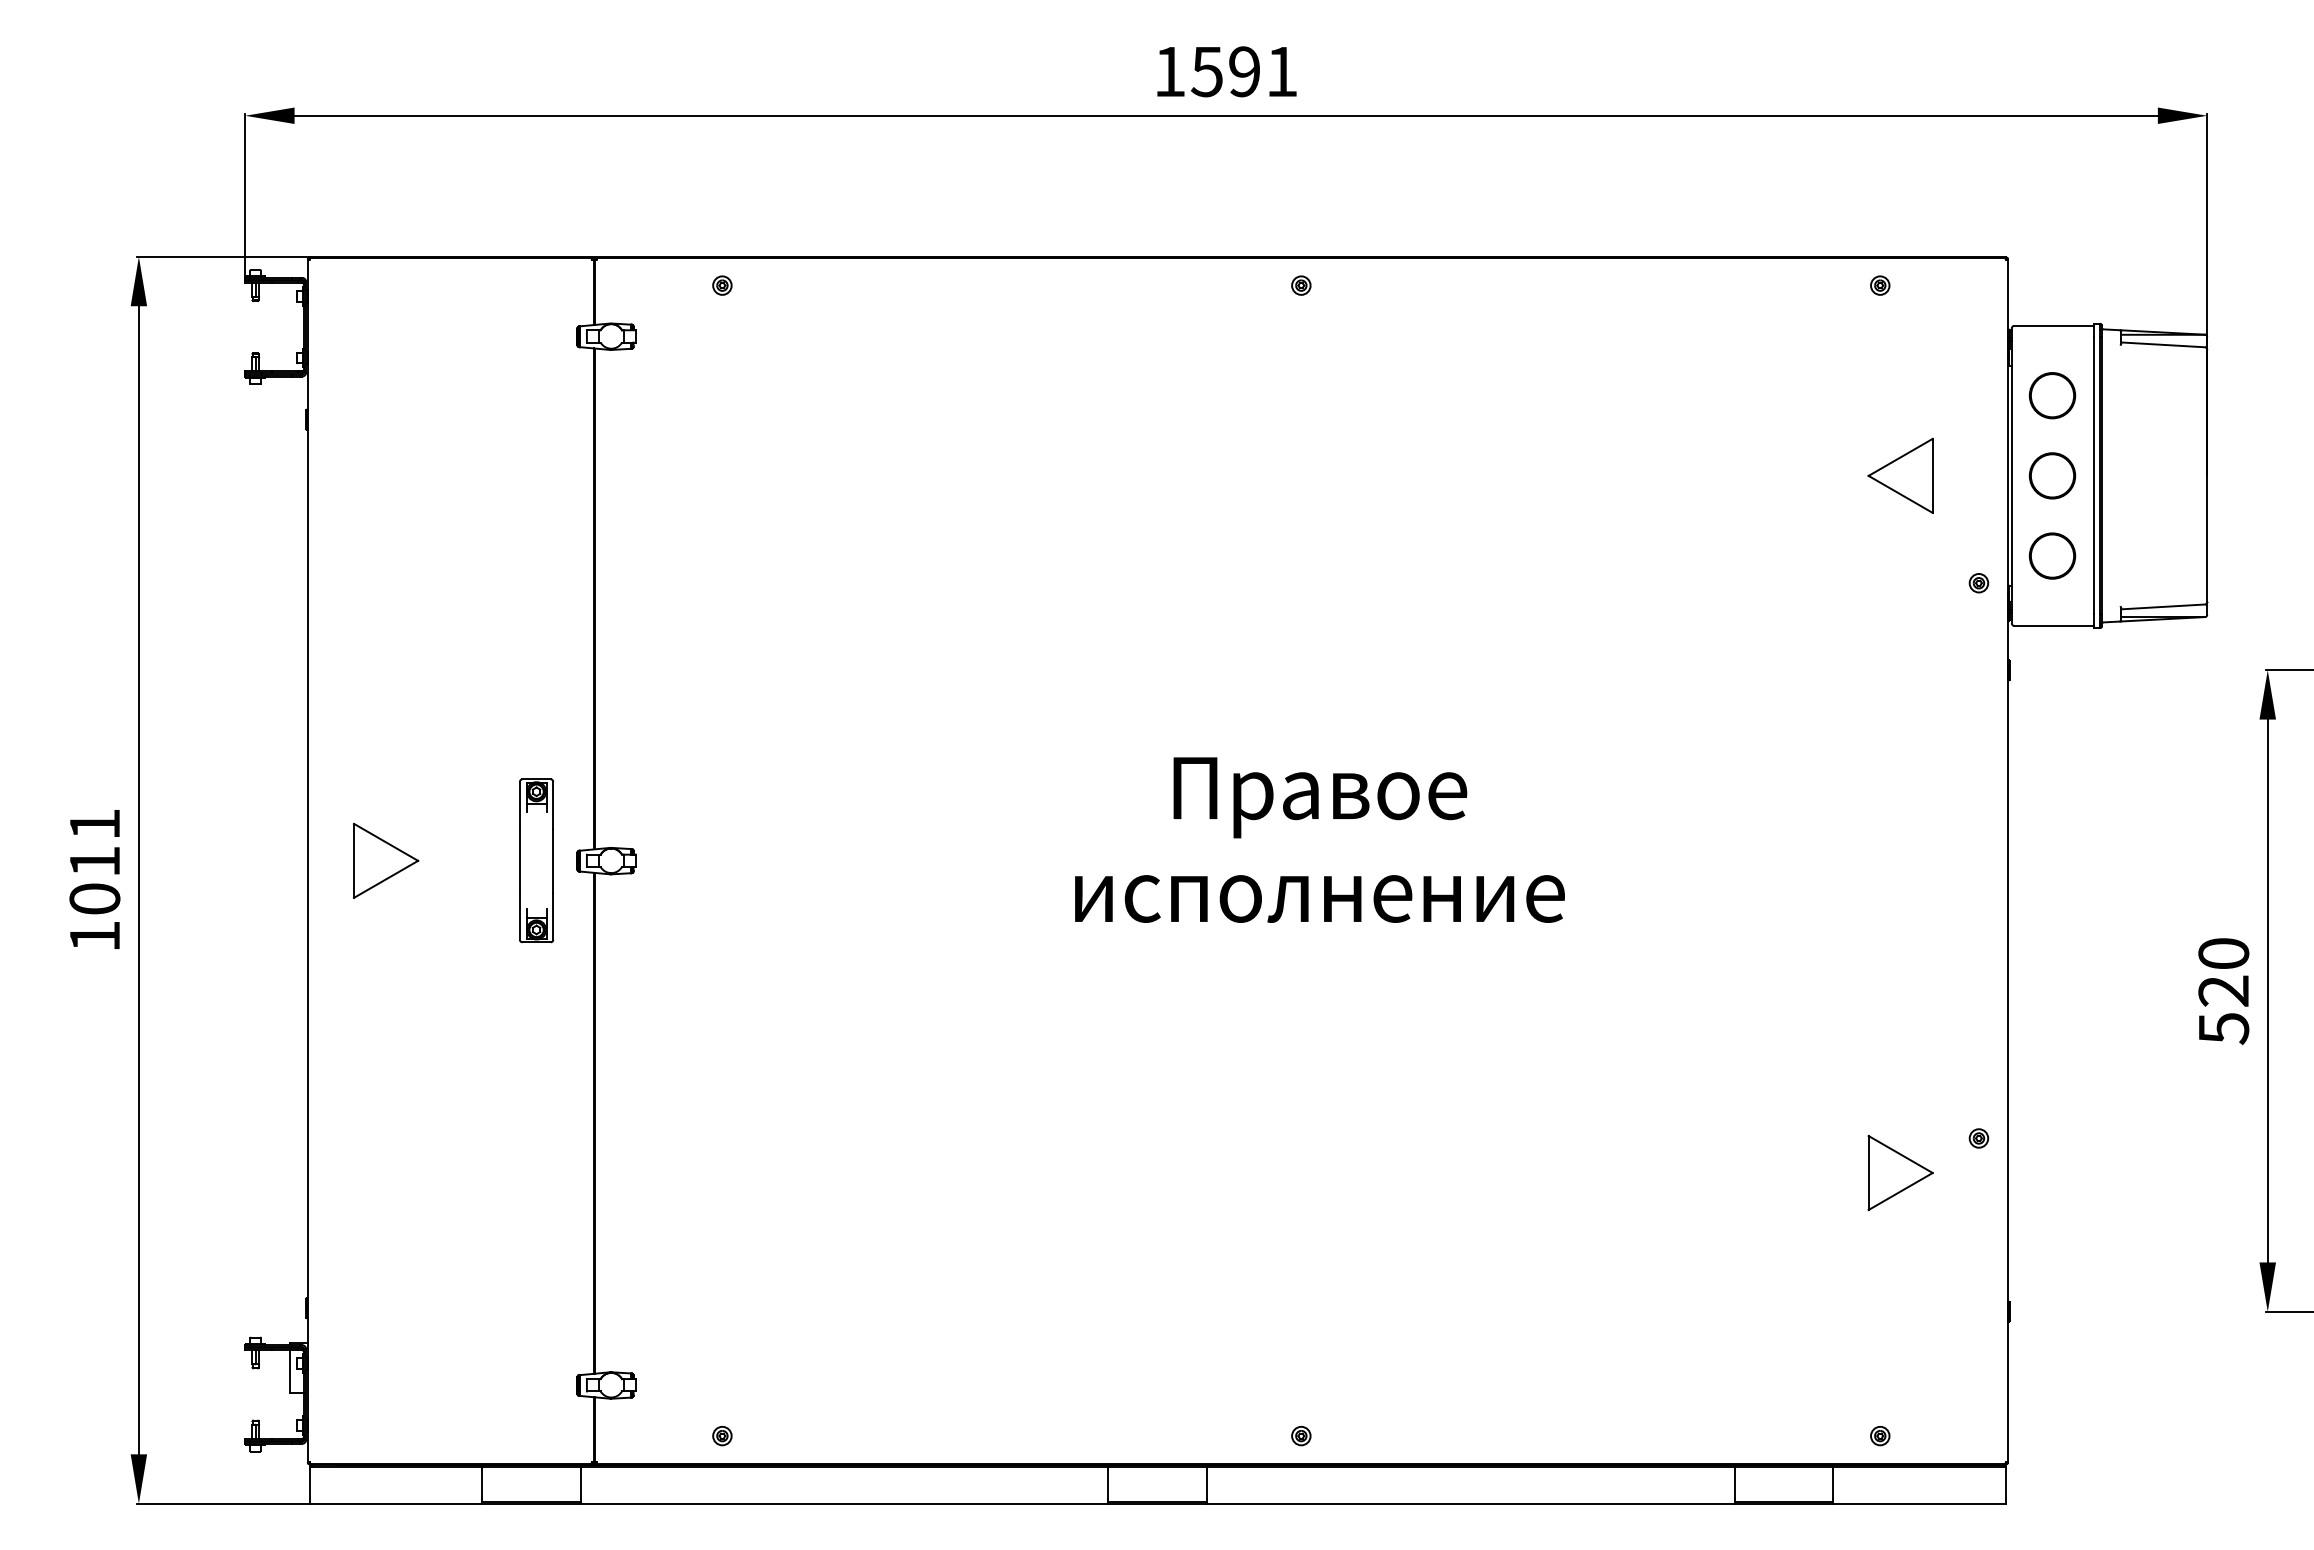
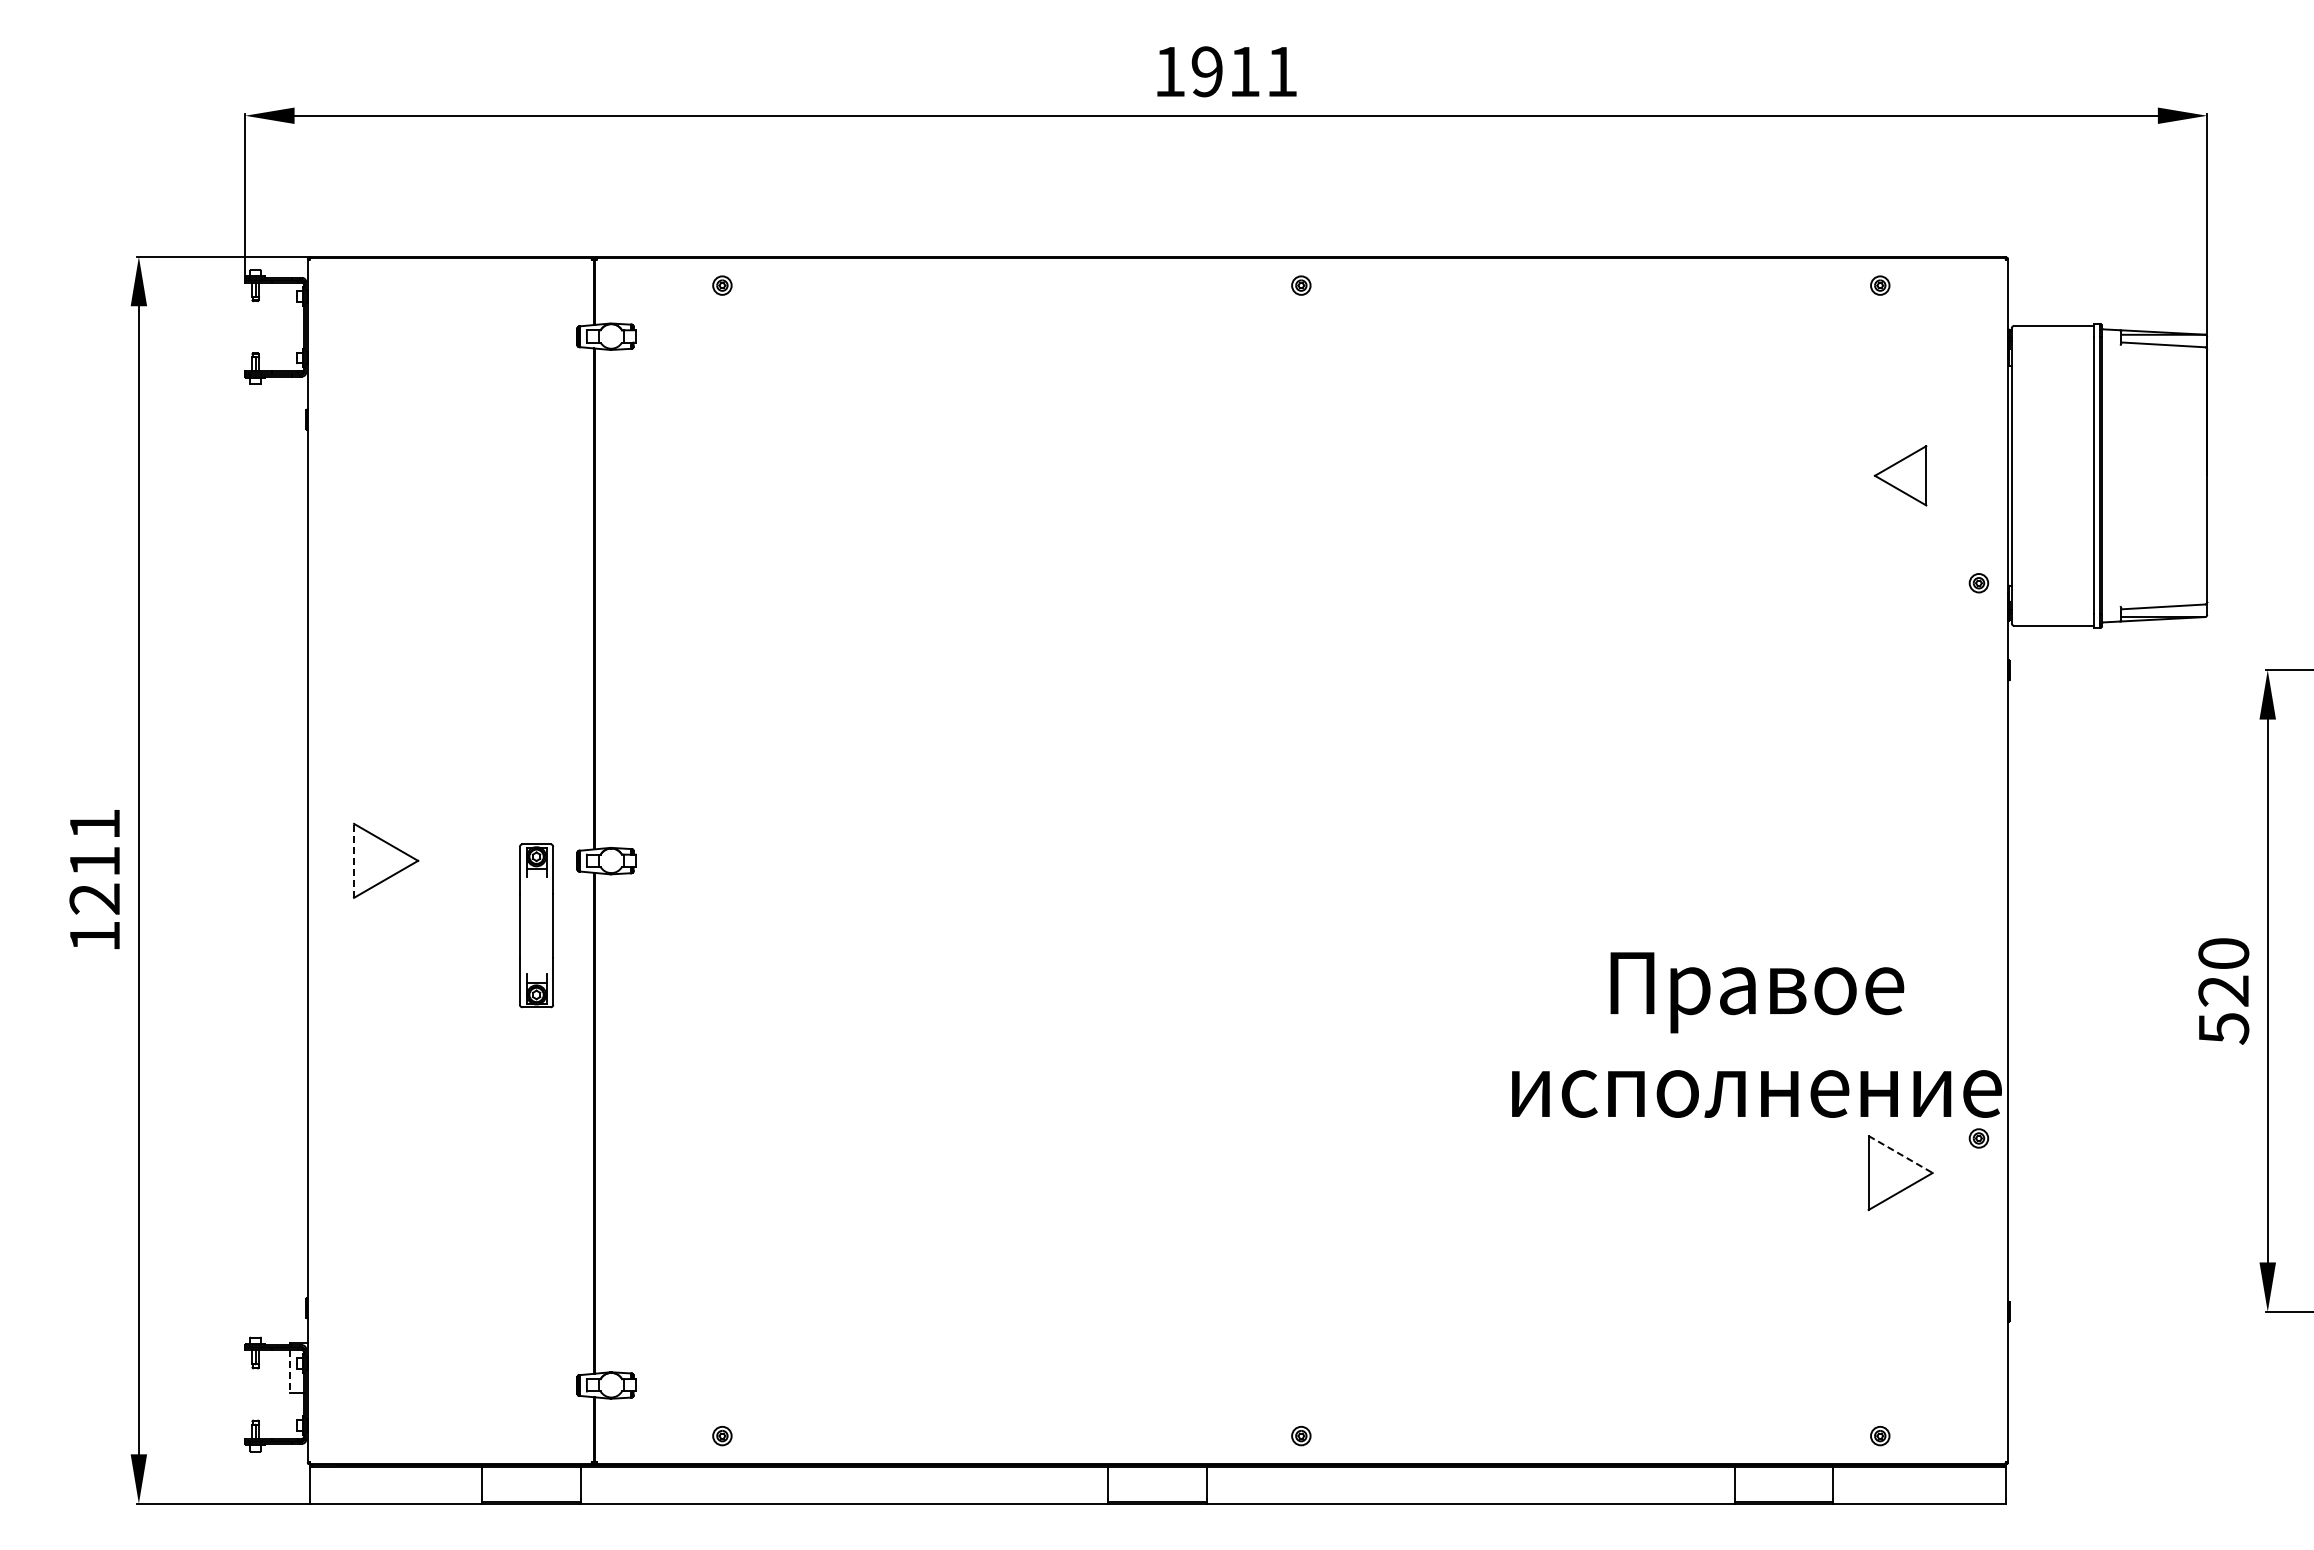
text at (1225, 71): 1591 -> 1911
part at (2052, 395): present -> none
part at (1900, 475) size: 67x77 px -> 55x62 px
part at (2052, 475): present -> none
part at (2052, 555): present -> none
text at (1319, 839) position: (1319, 839) -> (1756, 1034)
line at (354, 860): solid -> dashed
part at (536, 860) position: (536, 860) -> (536, 925)
text at (94, 898): 1011 -> 1211
line at (1901, 1154): solid -> dashed
line at (289, 1371): solid -> dashed
